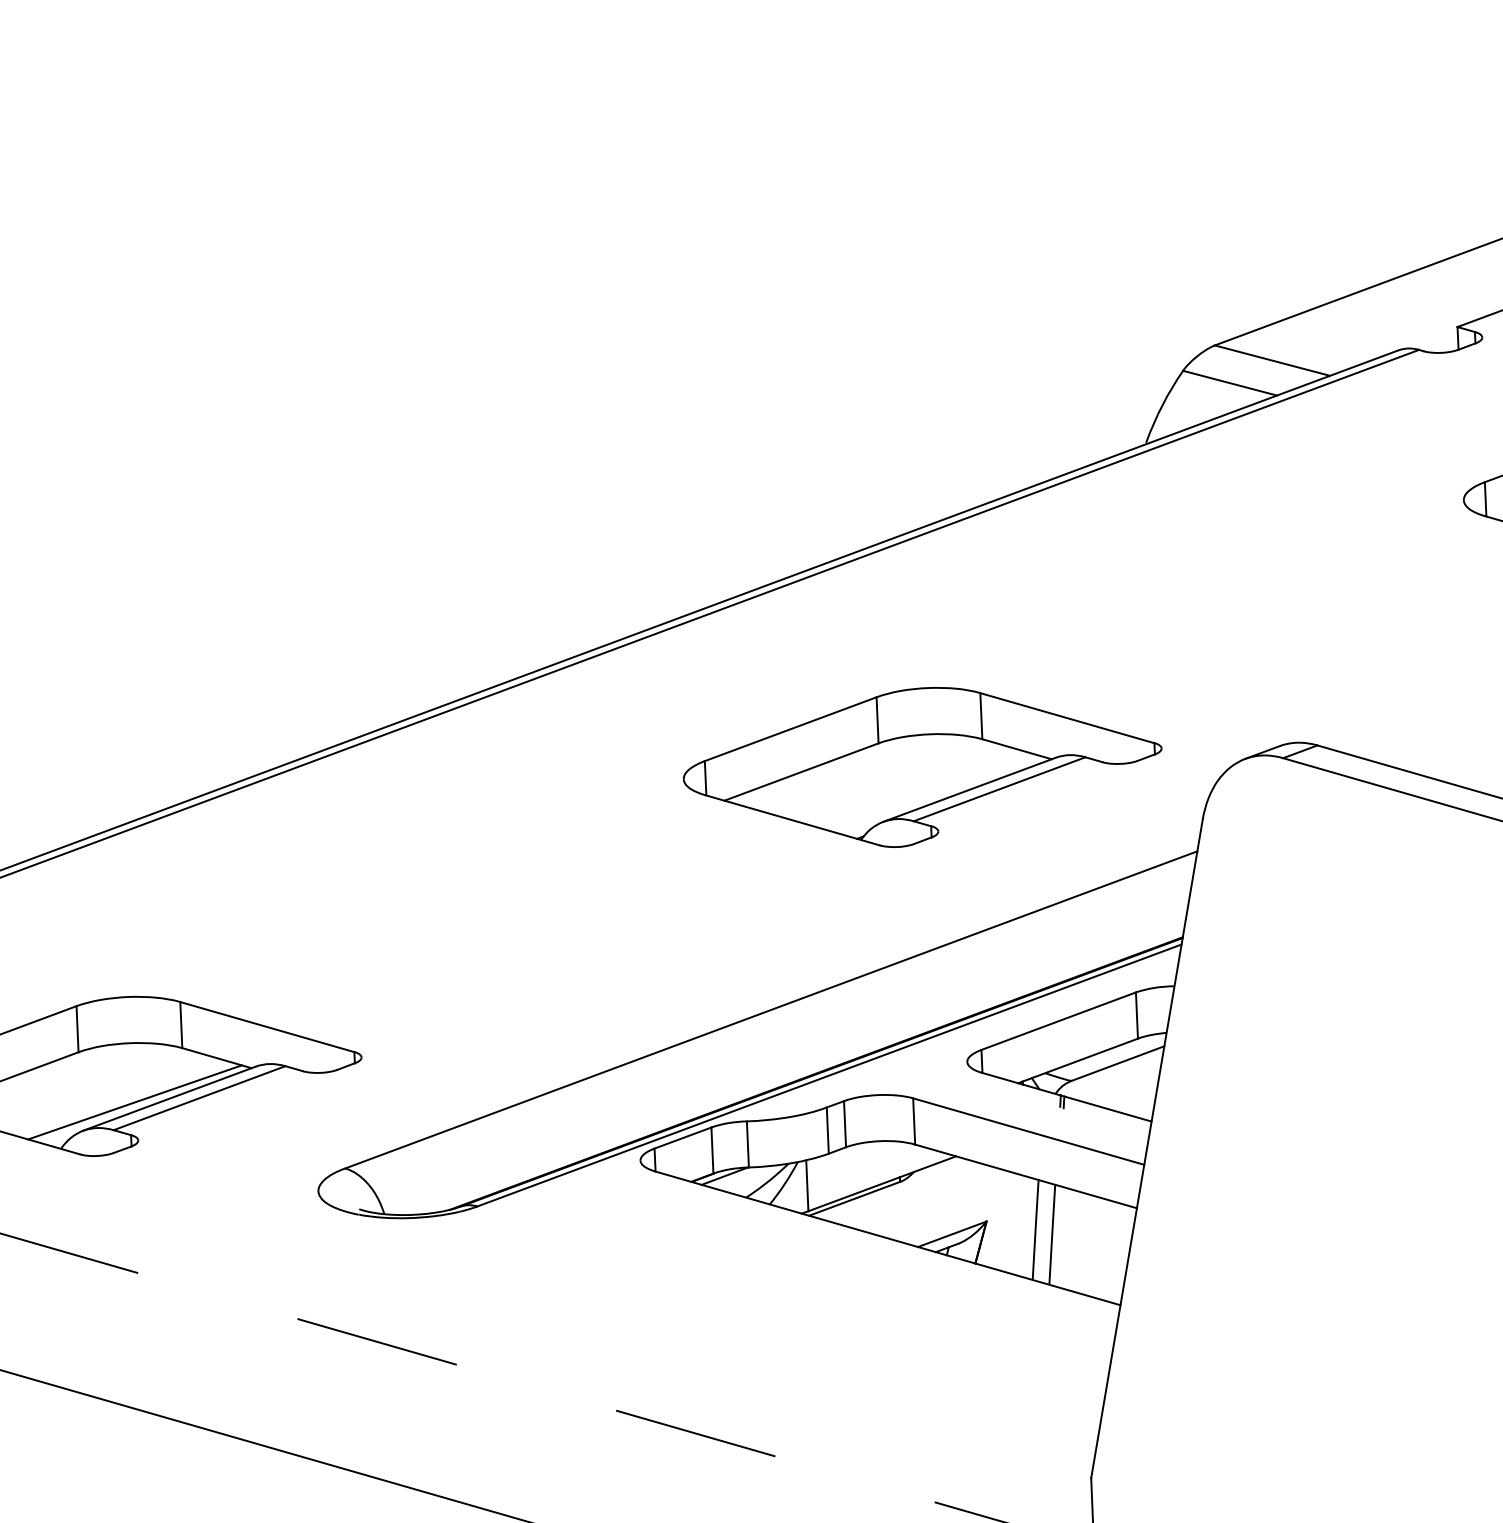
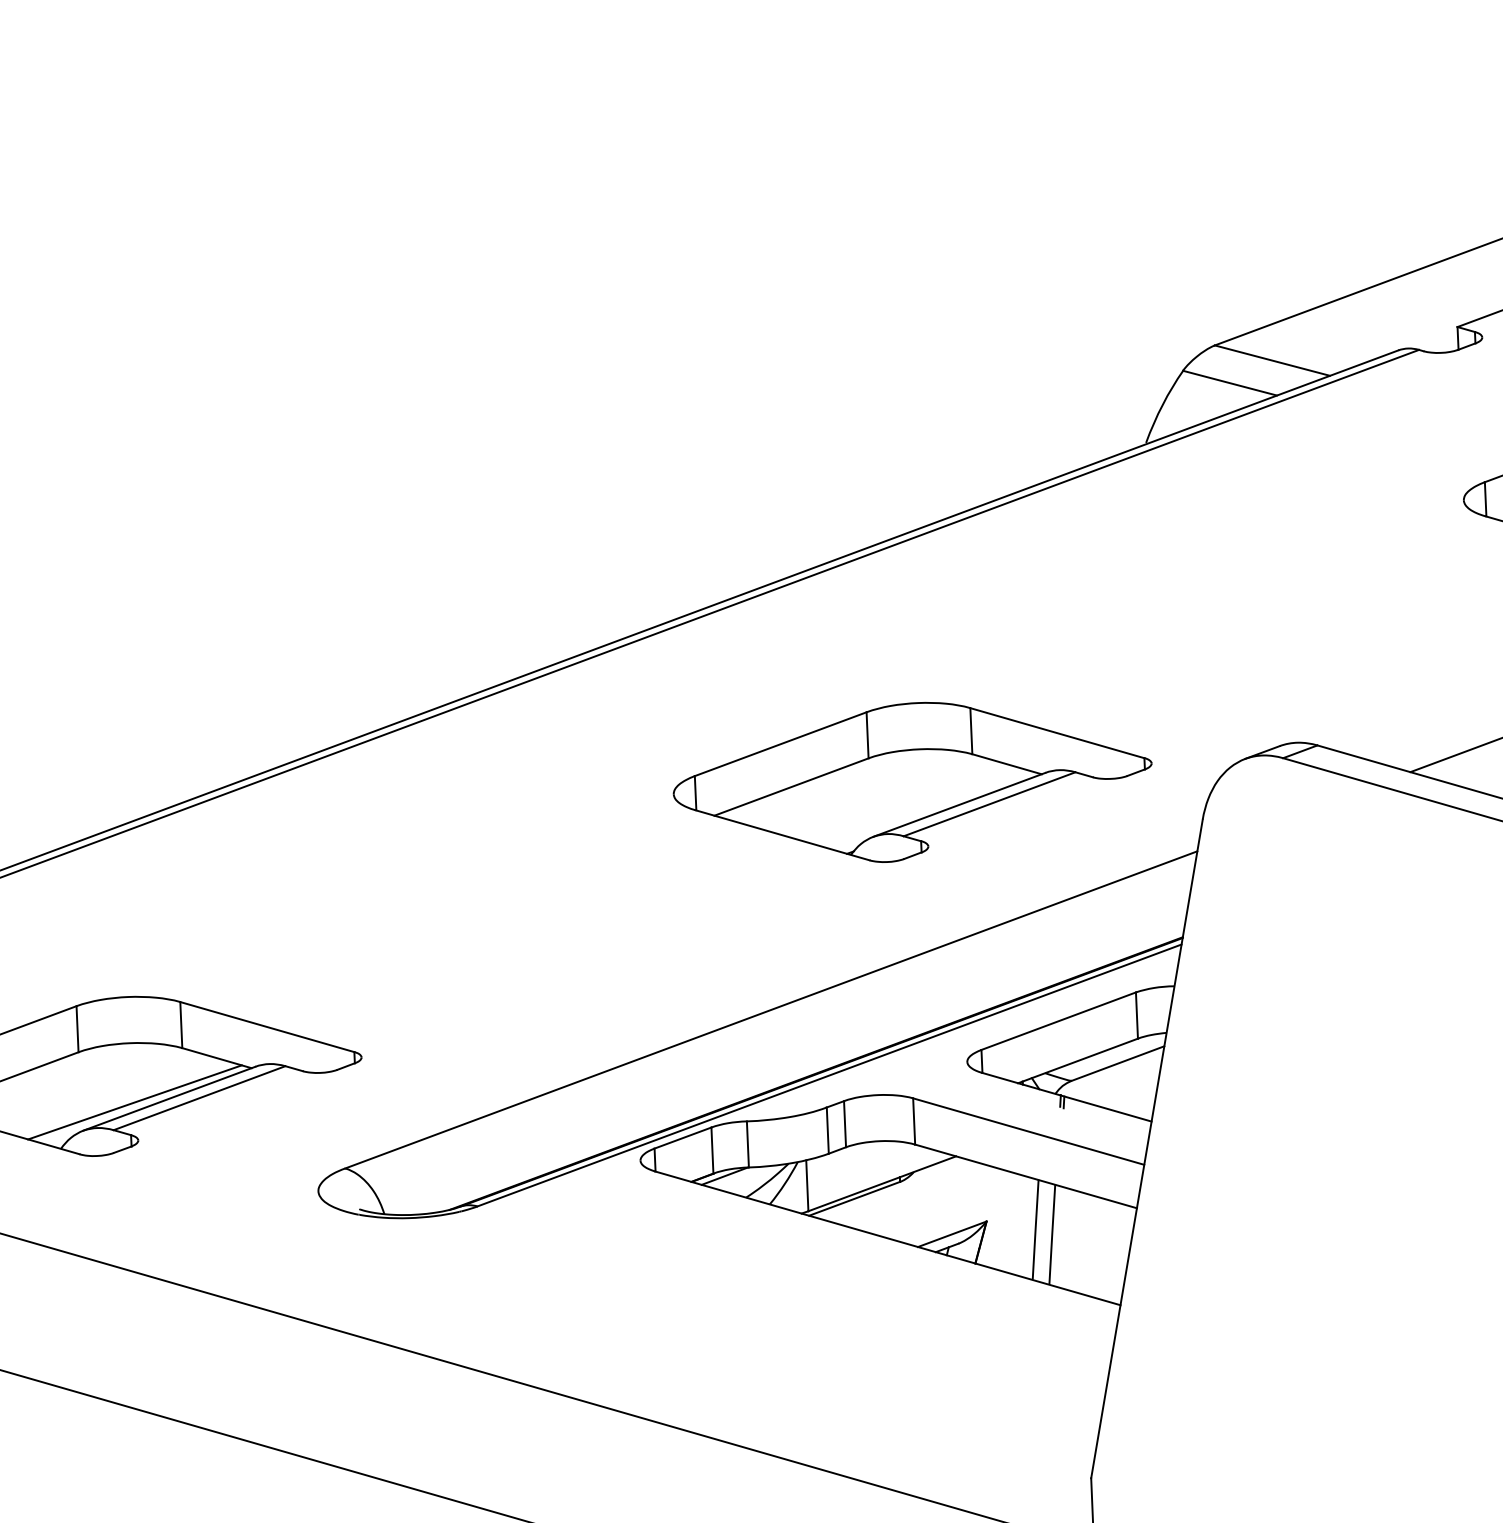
line at (1454, 755): none -> present
part at (922, 767) position: (922, 767) -> (912, 782)
line at (503, 1378): dashed -> solid
